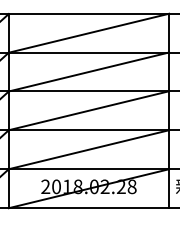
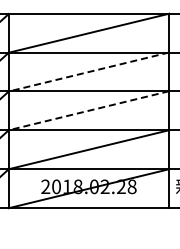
line at (89, 71): solid -> dashed
line at (89, 110): solid -> dashed
